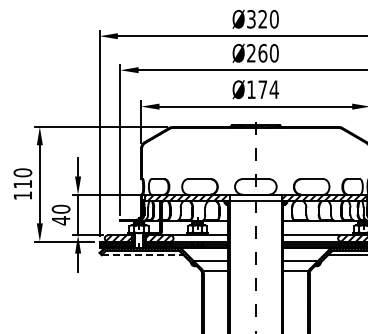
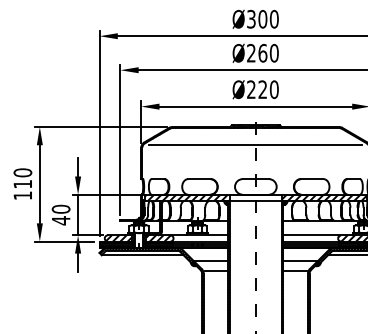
text at (262, 19): Ø320 -> Ø300
text at (263, 89): Ø174 -> Ø220
line at (255, 144): none -> present
line at (142, 255): dashed -> solid
